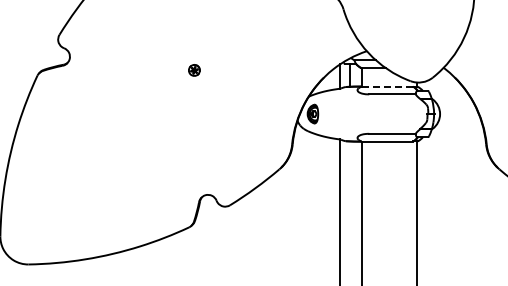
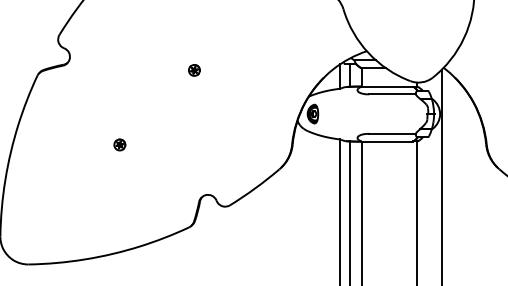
line at (386, 86): dashed -> solid
part at (119, 144): none -> present
line at (441, 175): none -> present
line at (349, 211): none -> present
